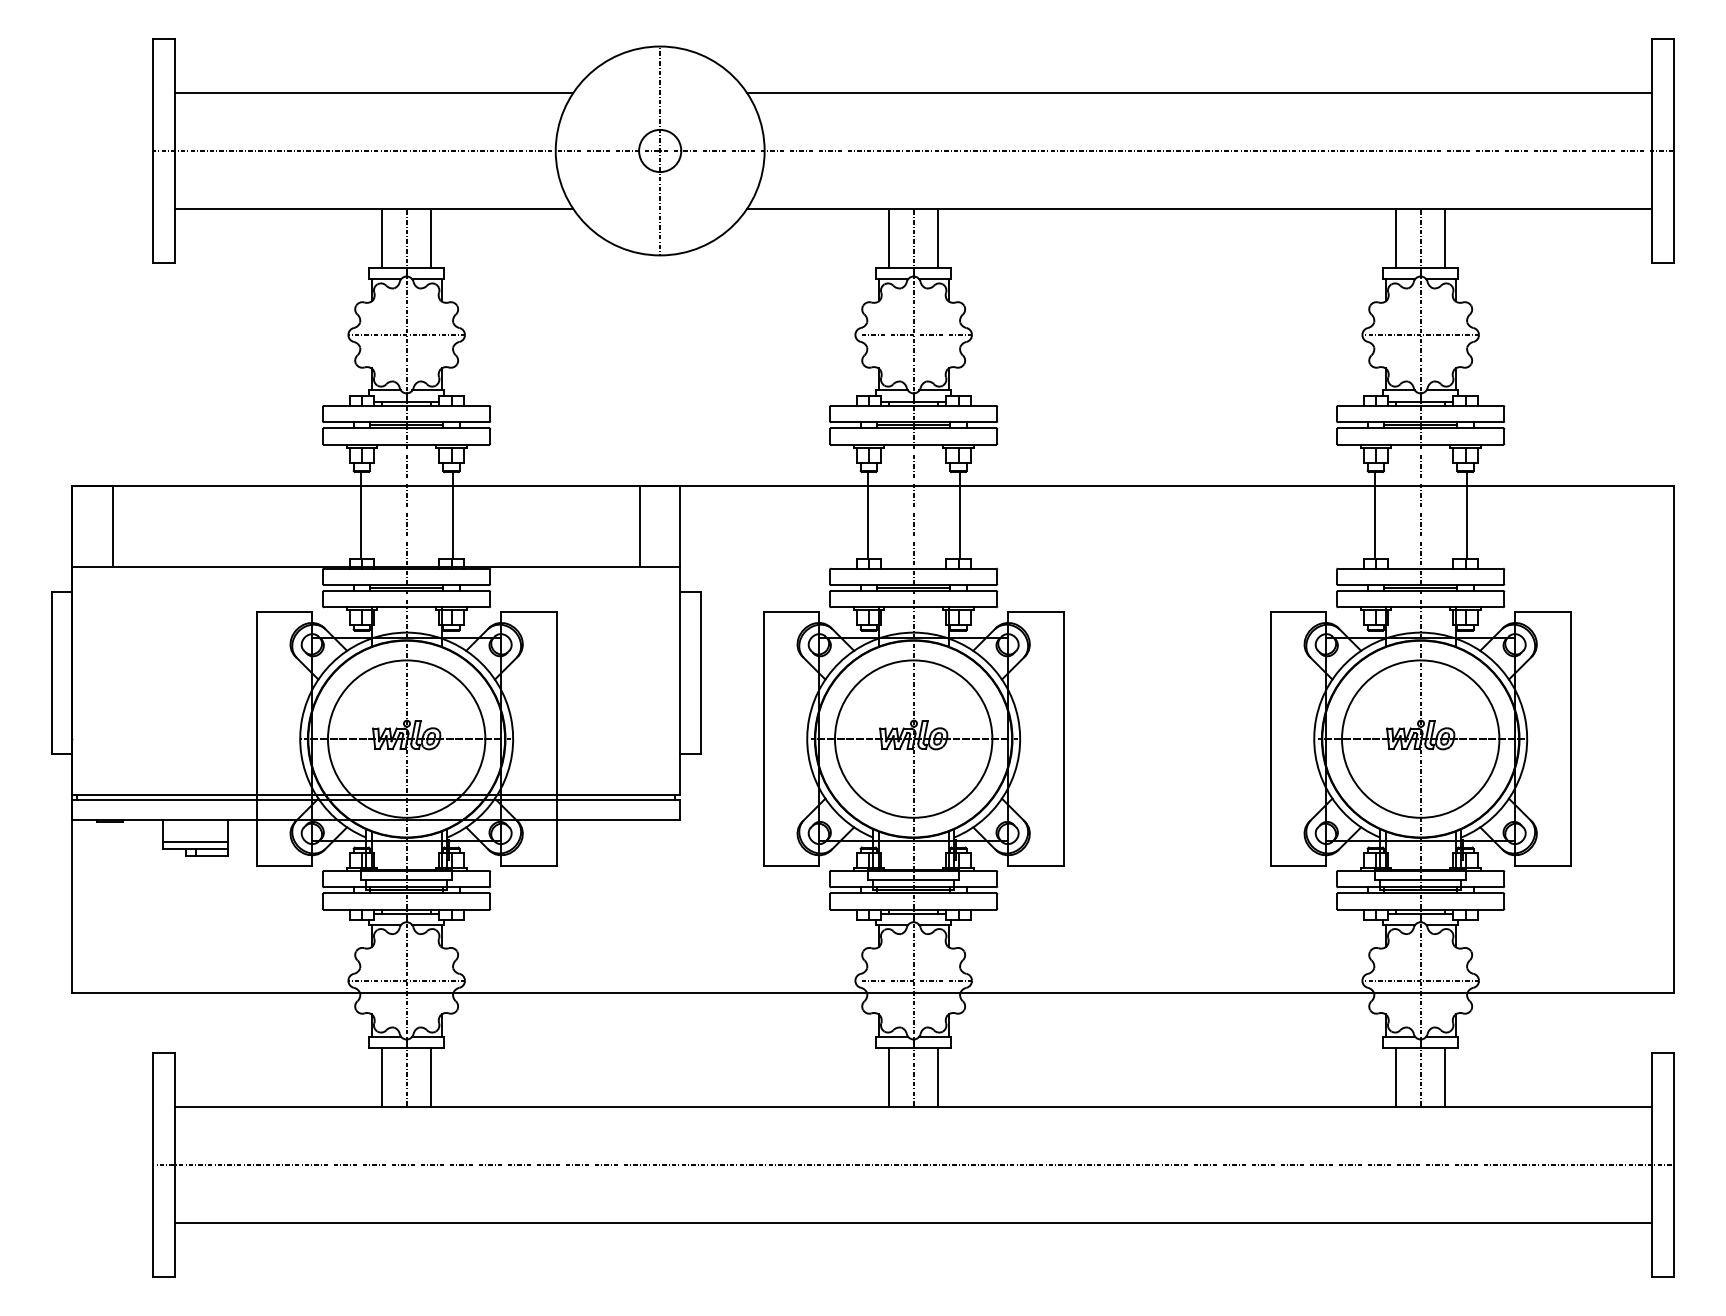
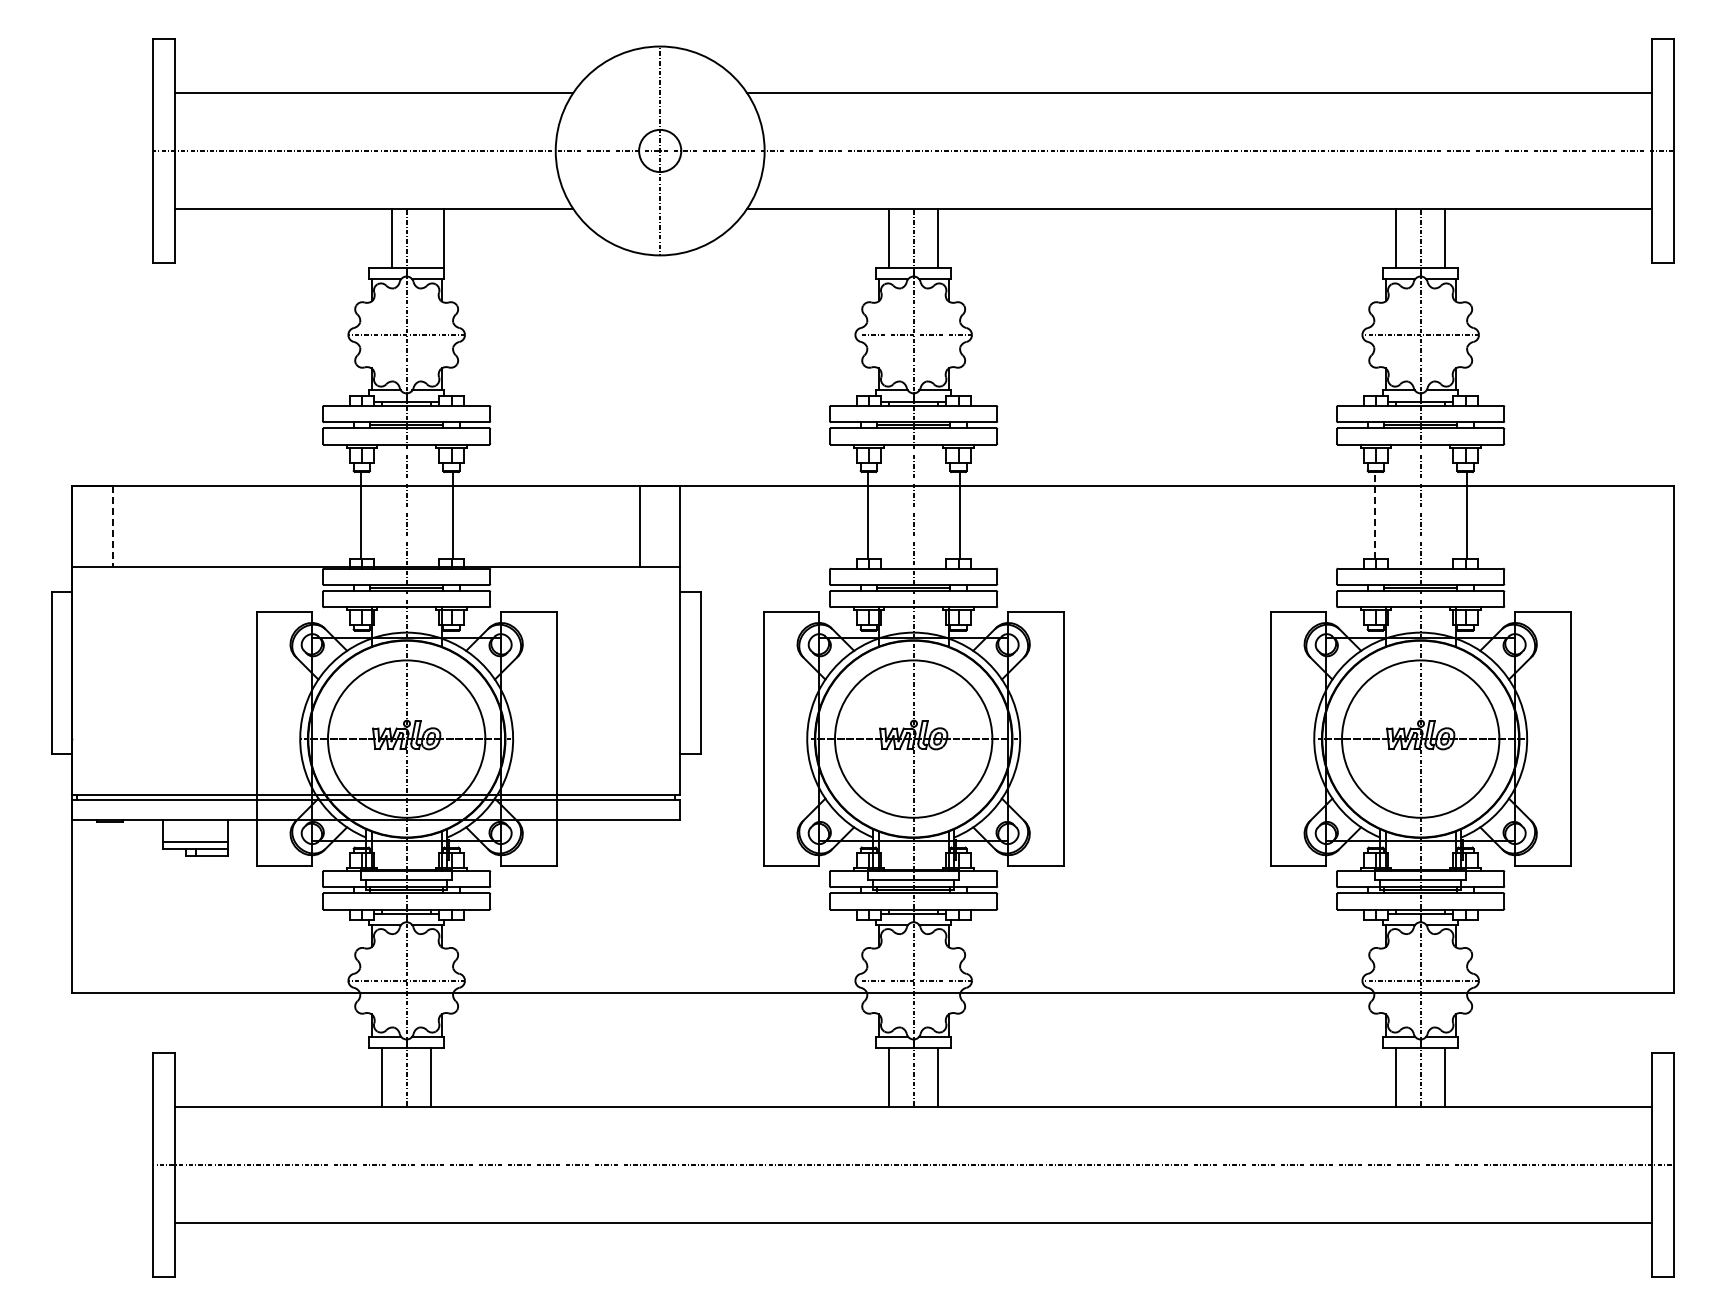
line at (382, 237) position: (382, 237) -> (392, 237)
line at (431, 237) position: (431, 237) -> (444, 237)
line at (1374, 514): solid -> dashed
line at (112, 526): solid -> dashed
